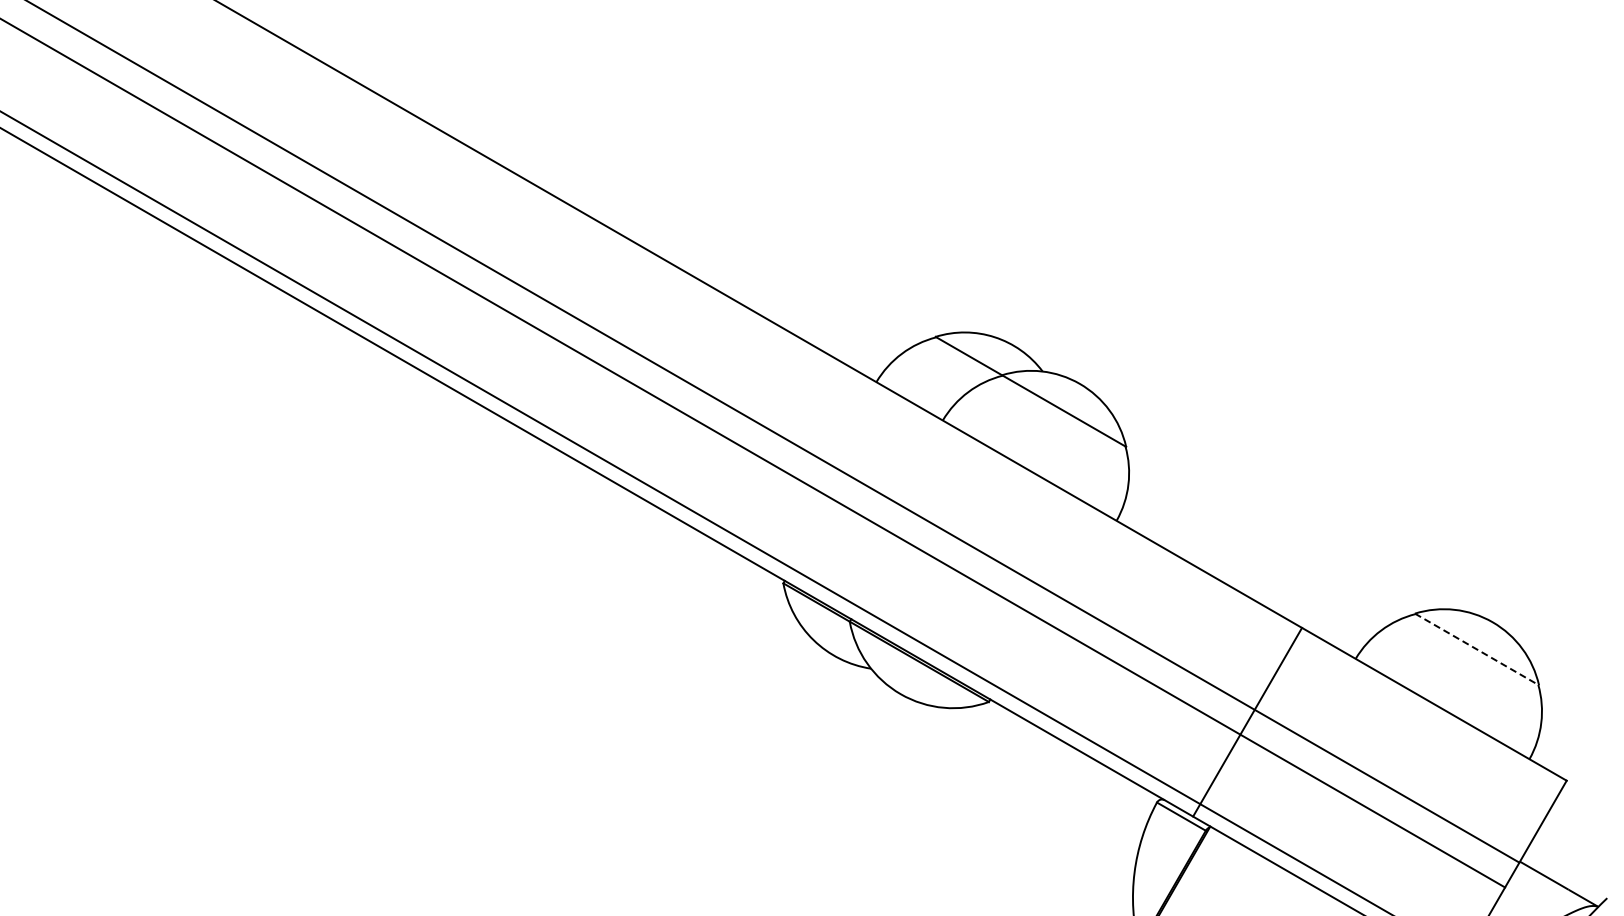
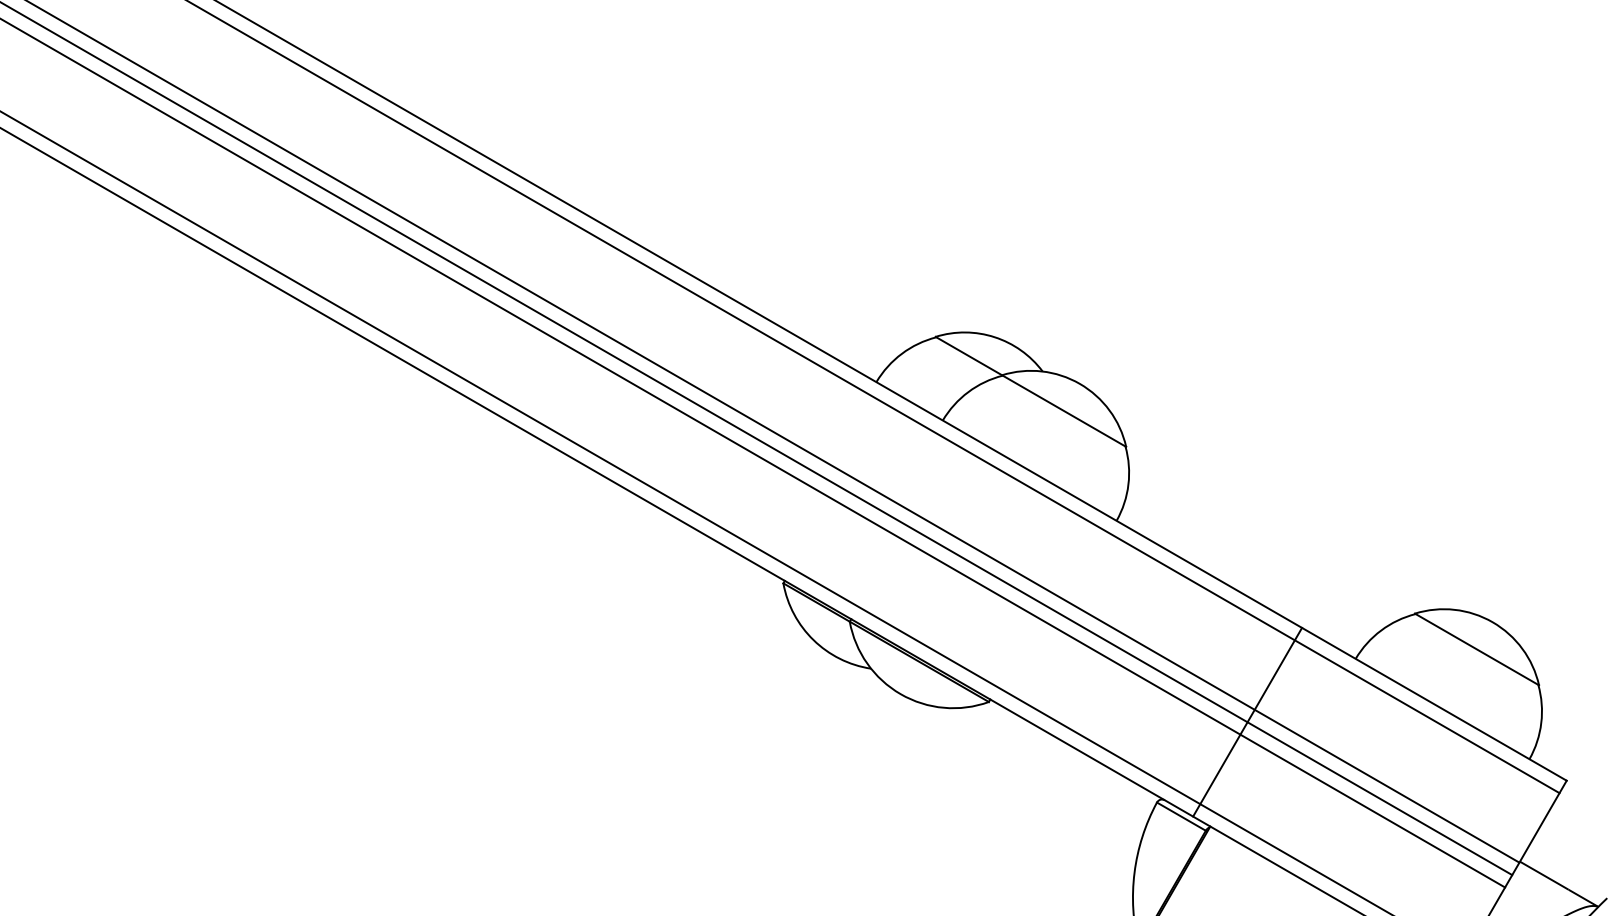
line at (874, 397): none -> present
line at (757, 439): none -> present
line at (1477, 649): dashed -> solid
